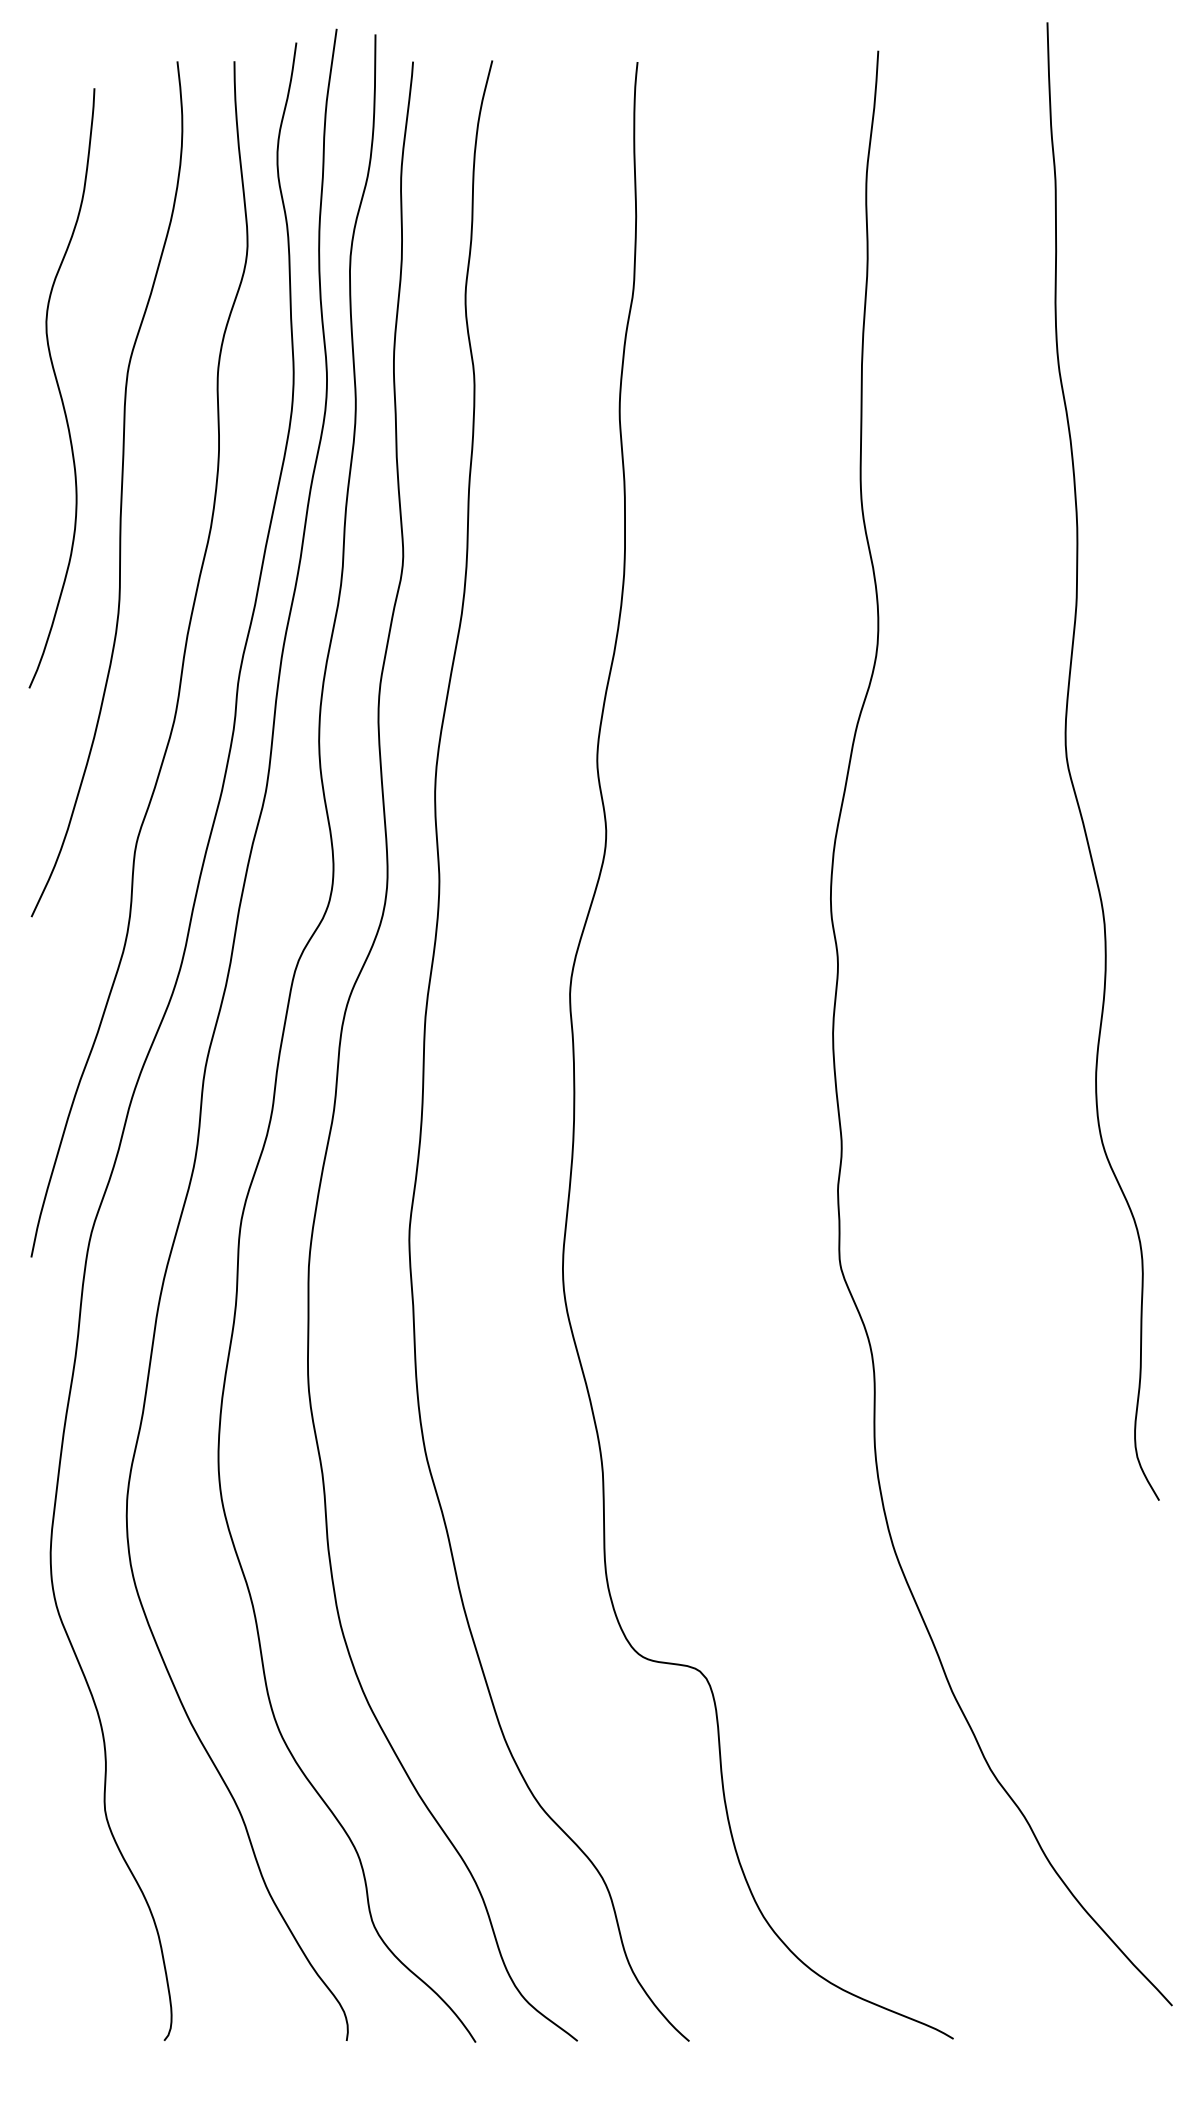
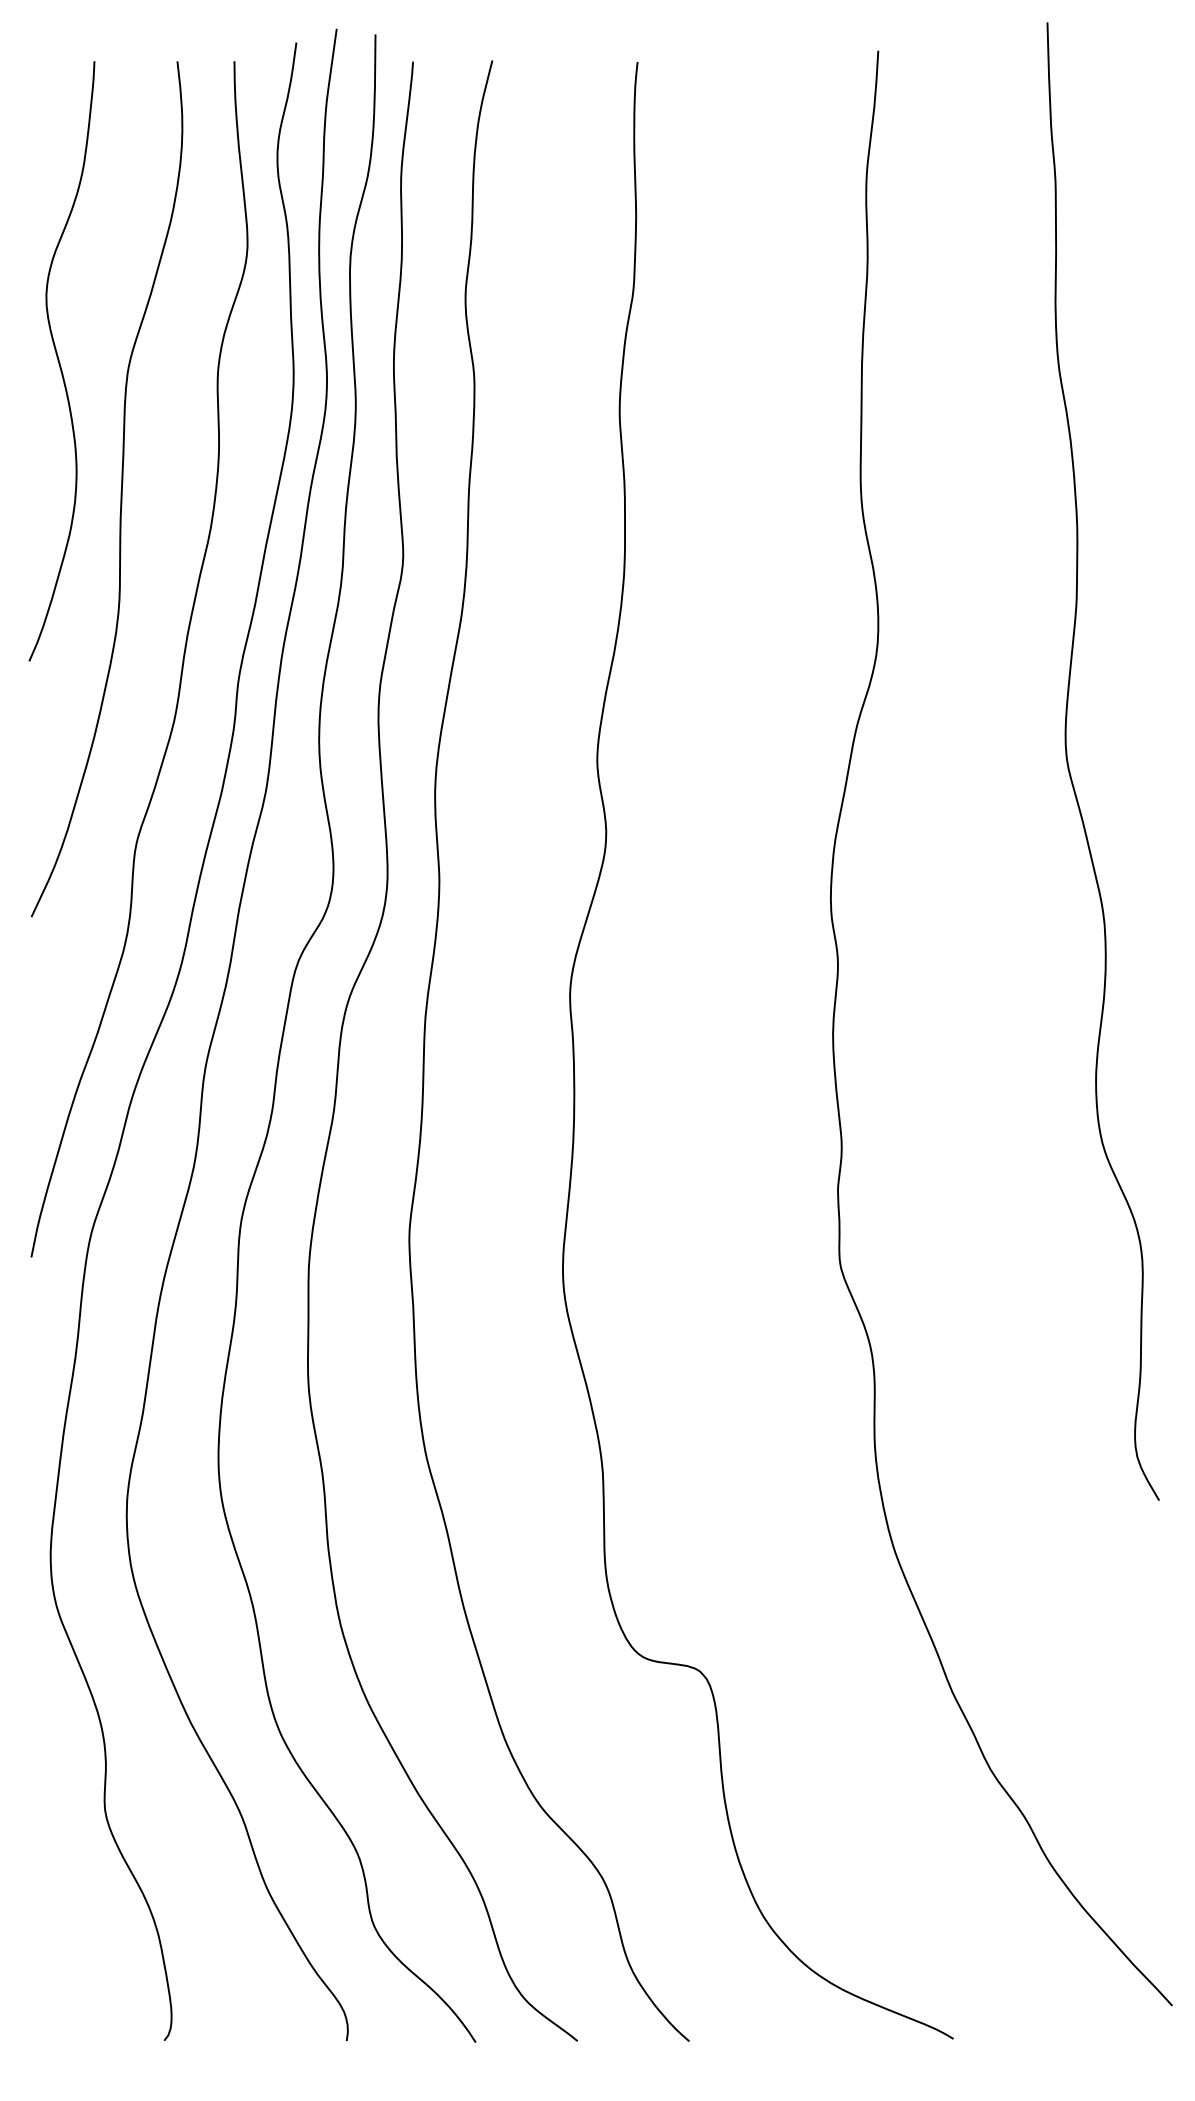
curve at (60, 389) position: (60, 389) -> (60, 362)
